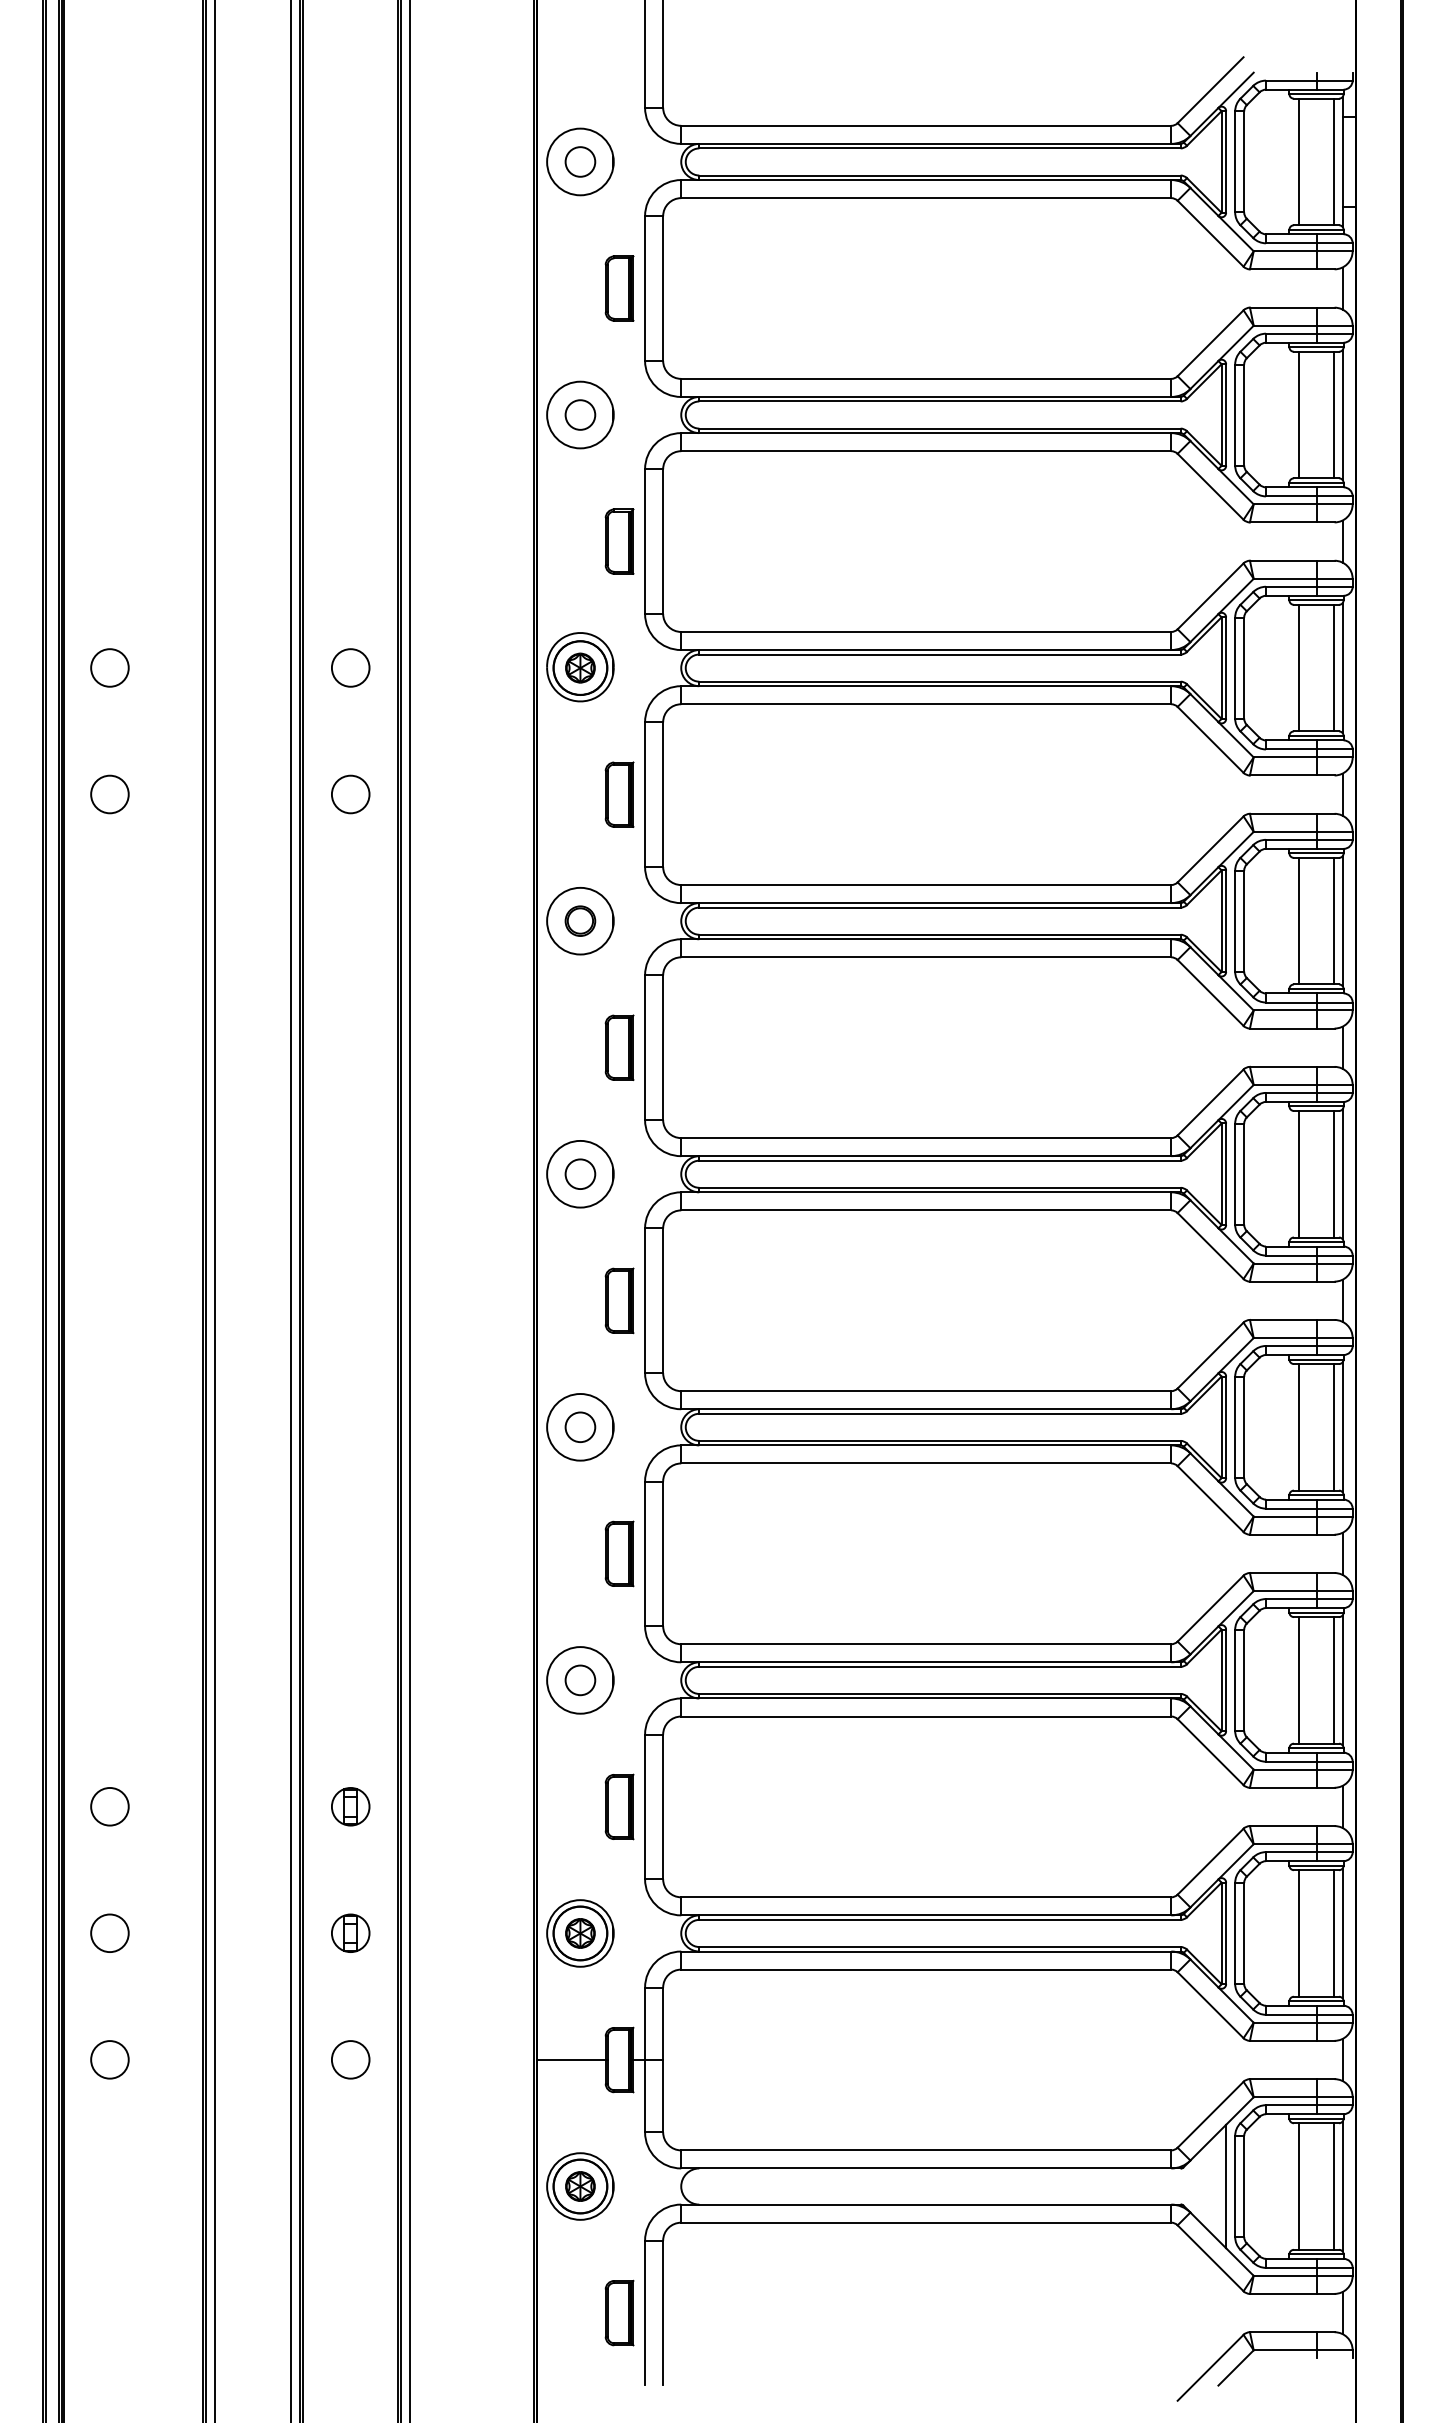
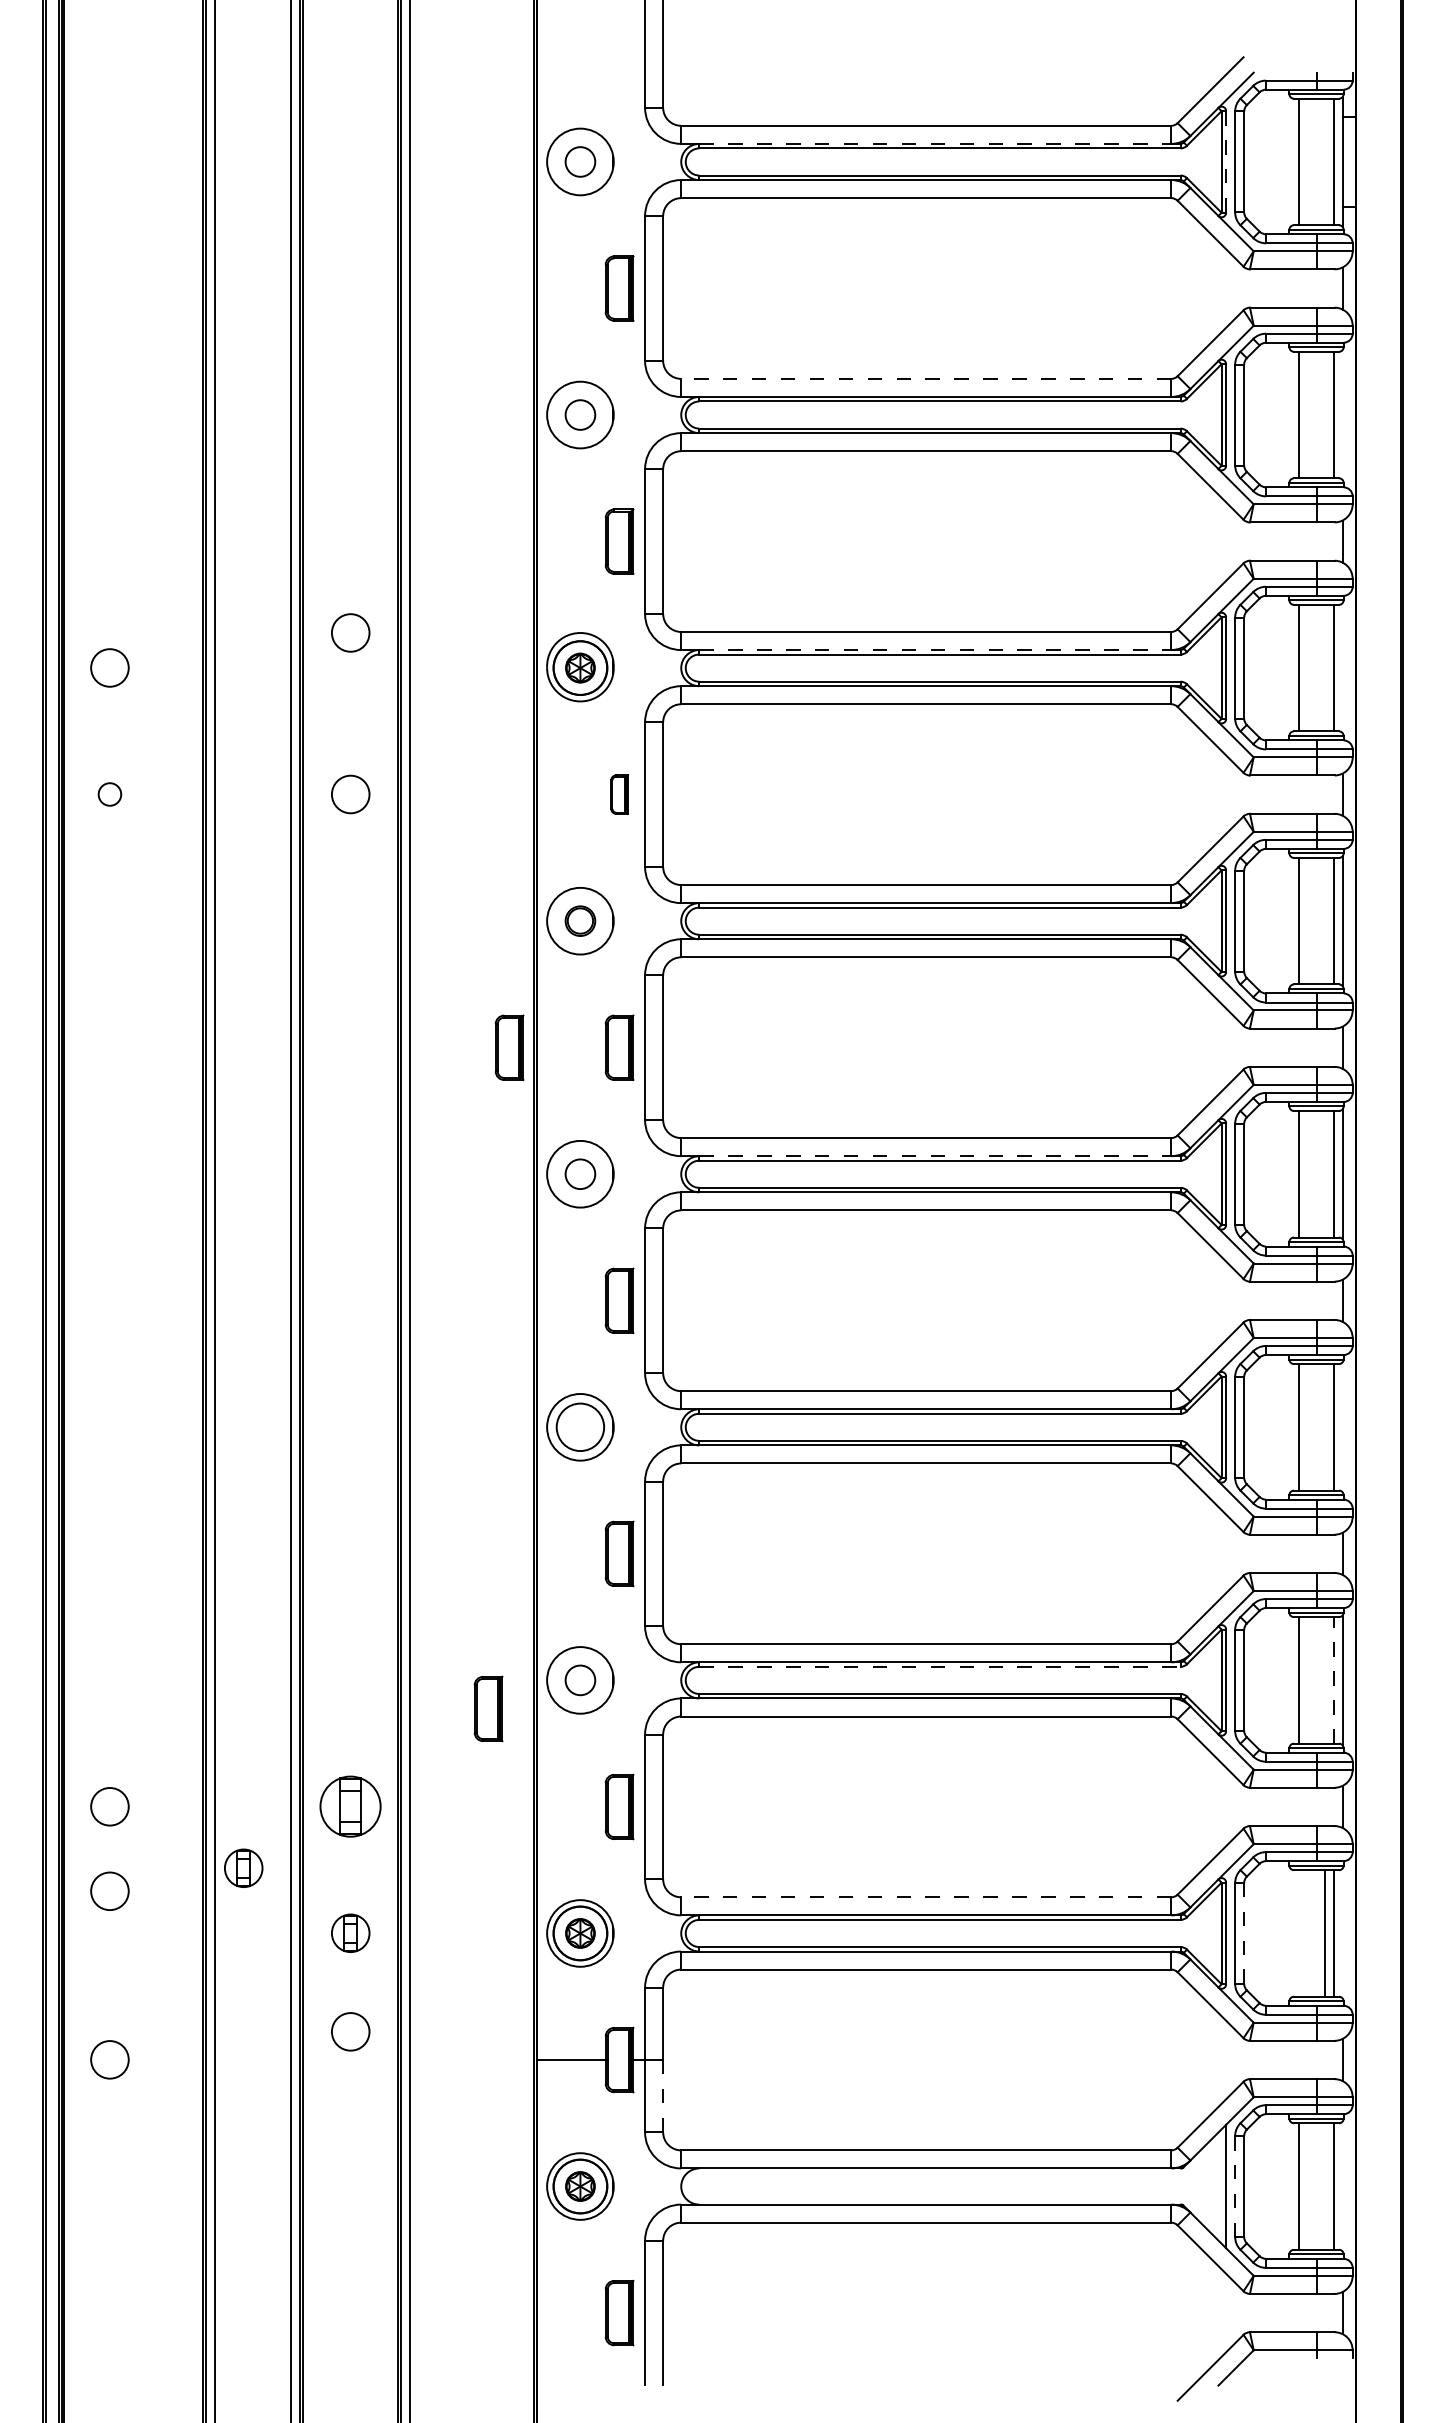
line at (935, 143): solid -> dashed
line at (1226, 161): solid -> dashed
line at (925, 378): solid -> dashed
line at (1342, 414): present -> none
line at (935, 650): solid -> dashed
circle at (350, 667) position: (350, 667) -> (350, 632)
line at (1342, 667): present -> none
circle at (109, 794) diameter: 38 px -> 23 px
part at (619, 794) size: 31x67 px -> 19x41 px
part at (509, 1047): none -> present
line at (935, 1156): solid -> dashed
circle at (580, 1427) diameter: 30 px -> 47 px
line at (1342, 1427): present -> none
line at (939, 1666): solid -> dashed
line at (1333, 1679): solid -> dashed
part at (488, 1708): none -> present
part at (350, 1806) size: 40x40 px -> 63x63 px
part at (243, 1867): none -> present
line at (925, 1897): solid -> dashed
circle at (109, 1932) position: (109, 1932) -> (109, 1890)
line at (1244, 1932): solid -> dashed
line at (1299, 1933) position: (1299, 1933) -> (1325, 1933)
line at (1342, 1933): present -> none
circle at (350, 2059) position: (350, 2059) -> (350, 2031)
line at (663, 2095): solid -> dashed
line at (1342, 2186): present -> none
line at (1235, 2187): solid -> dashed
